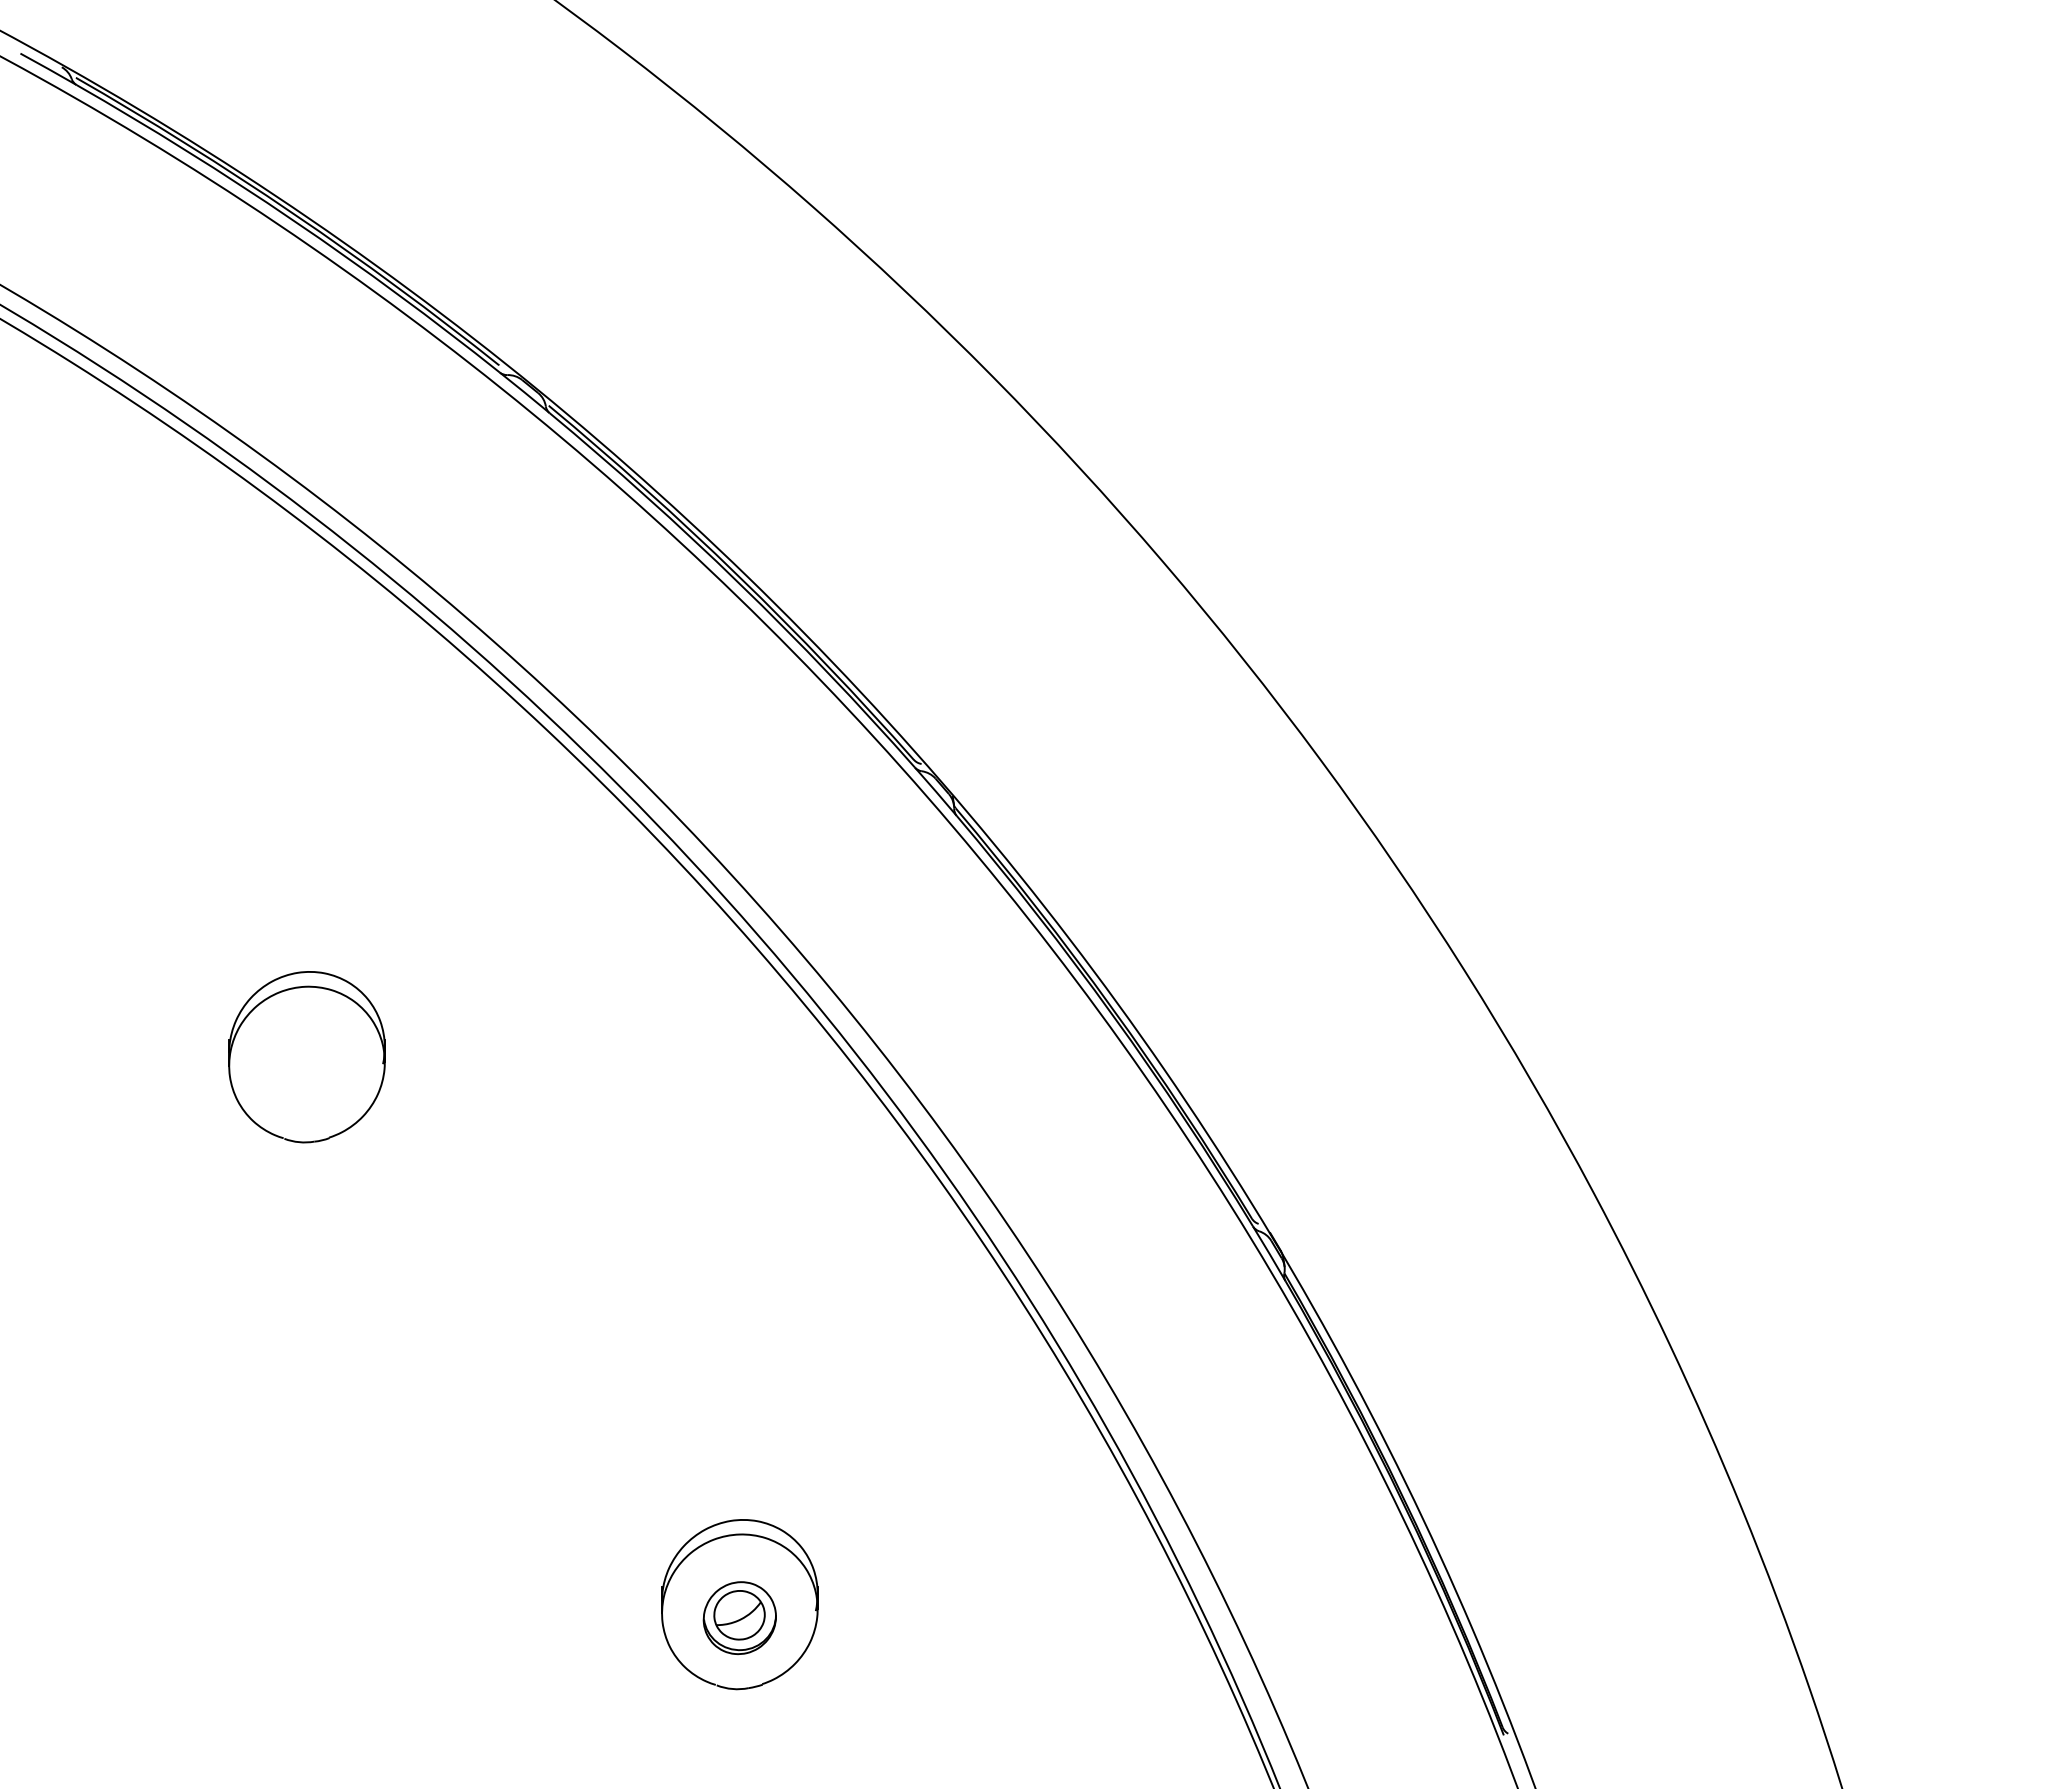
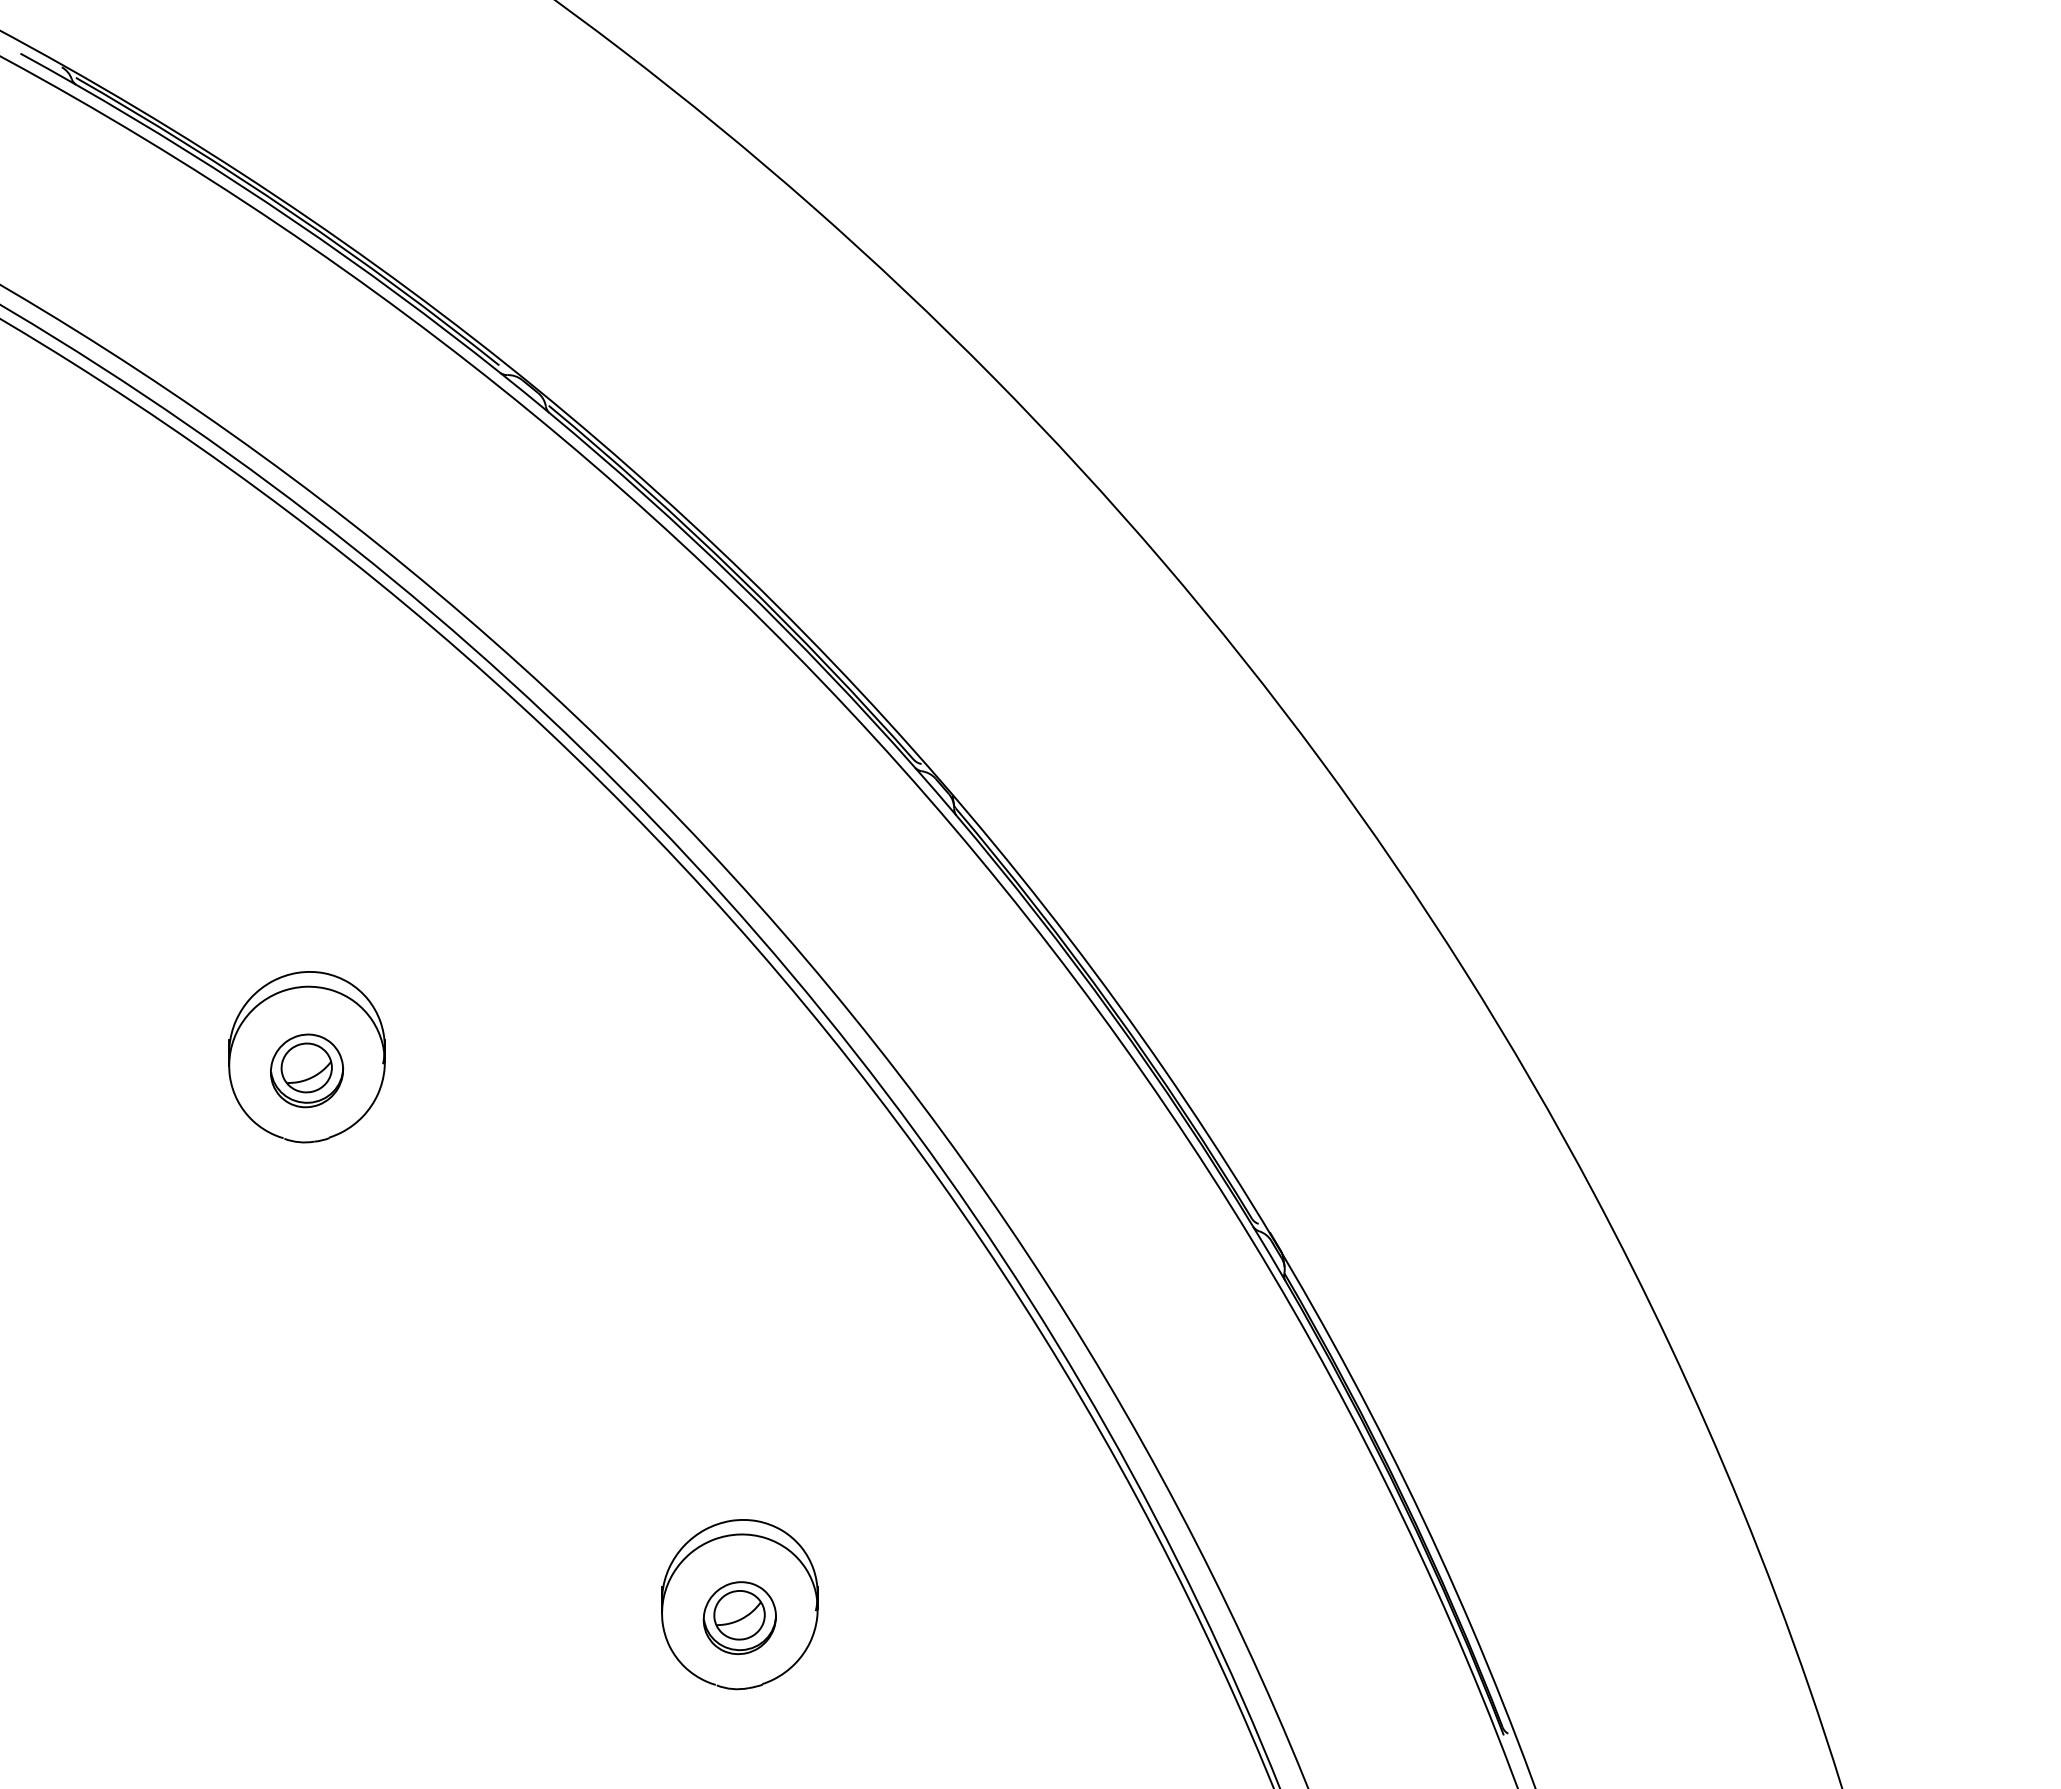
part at (307, 1070): none -> present
